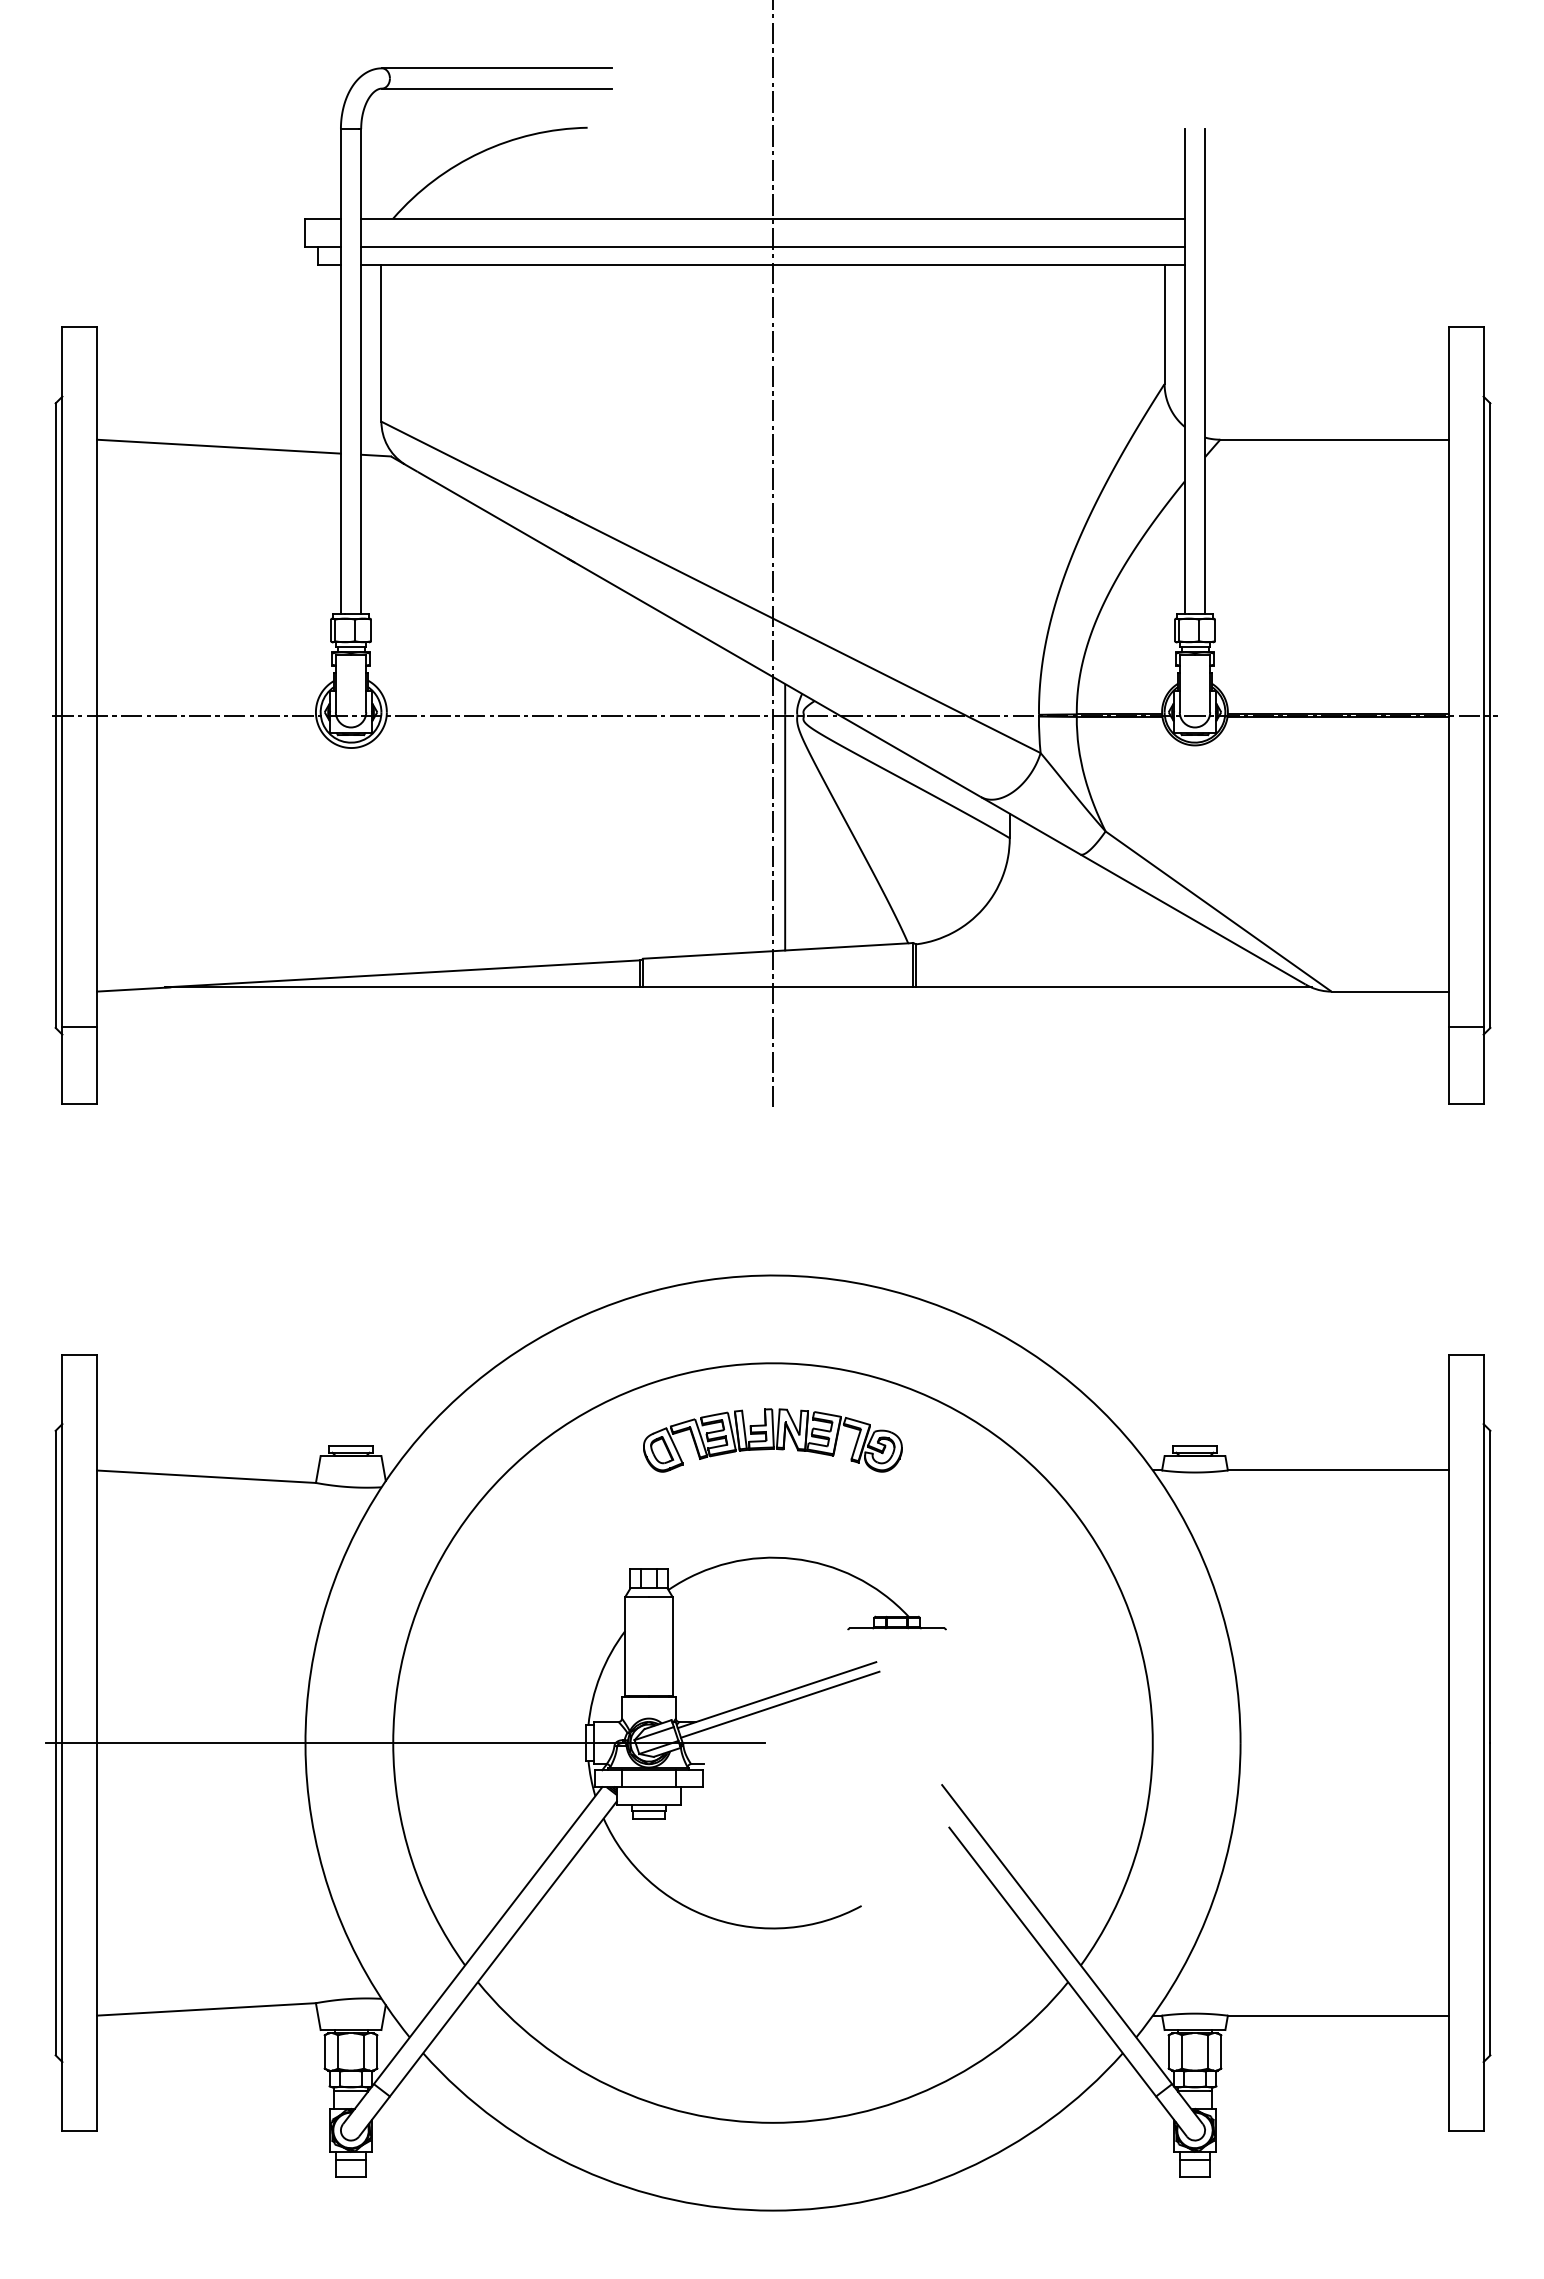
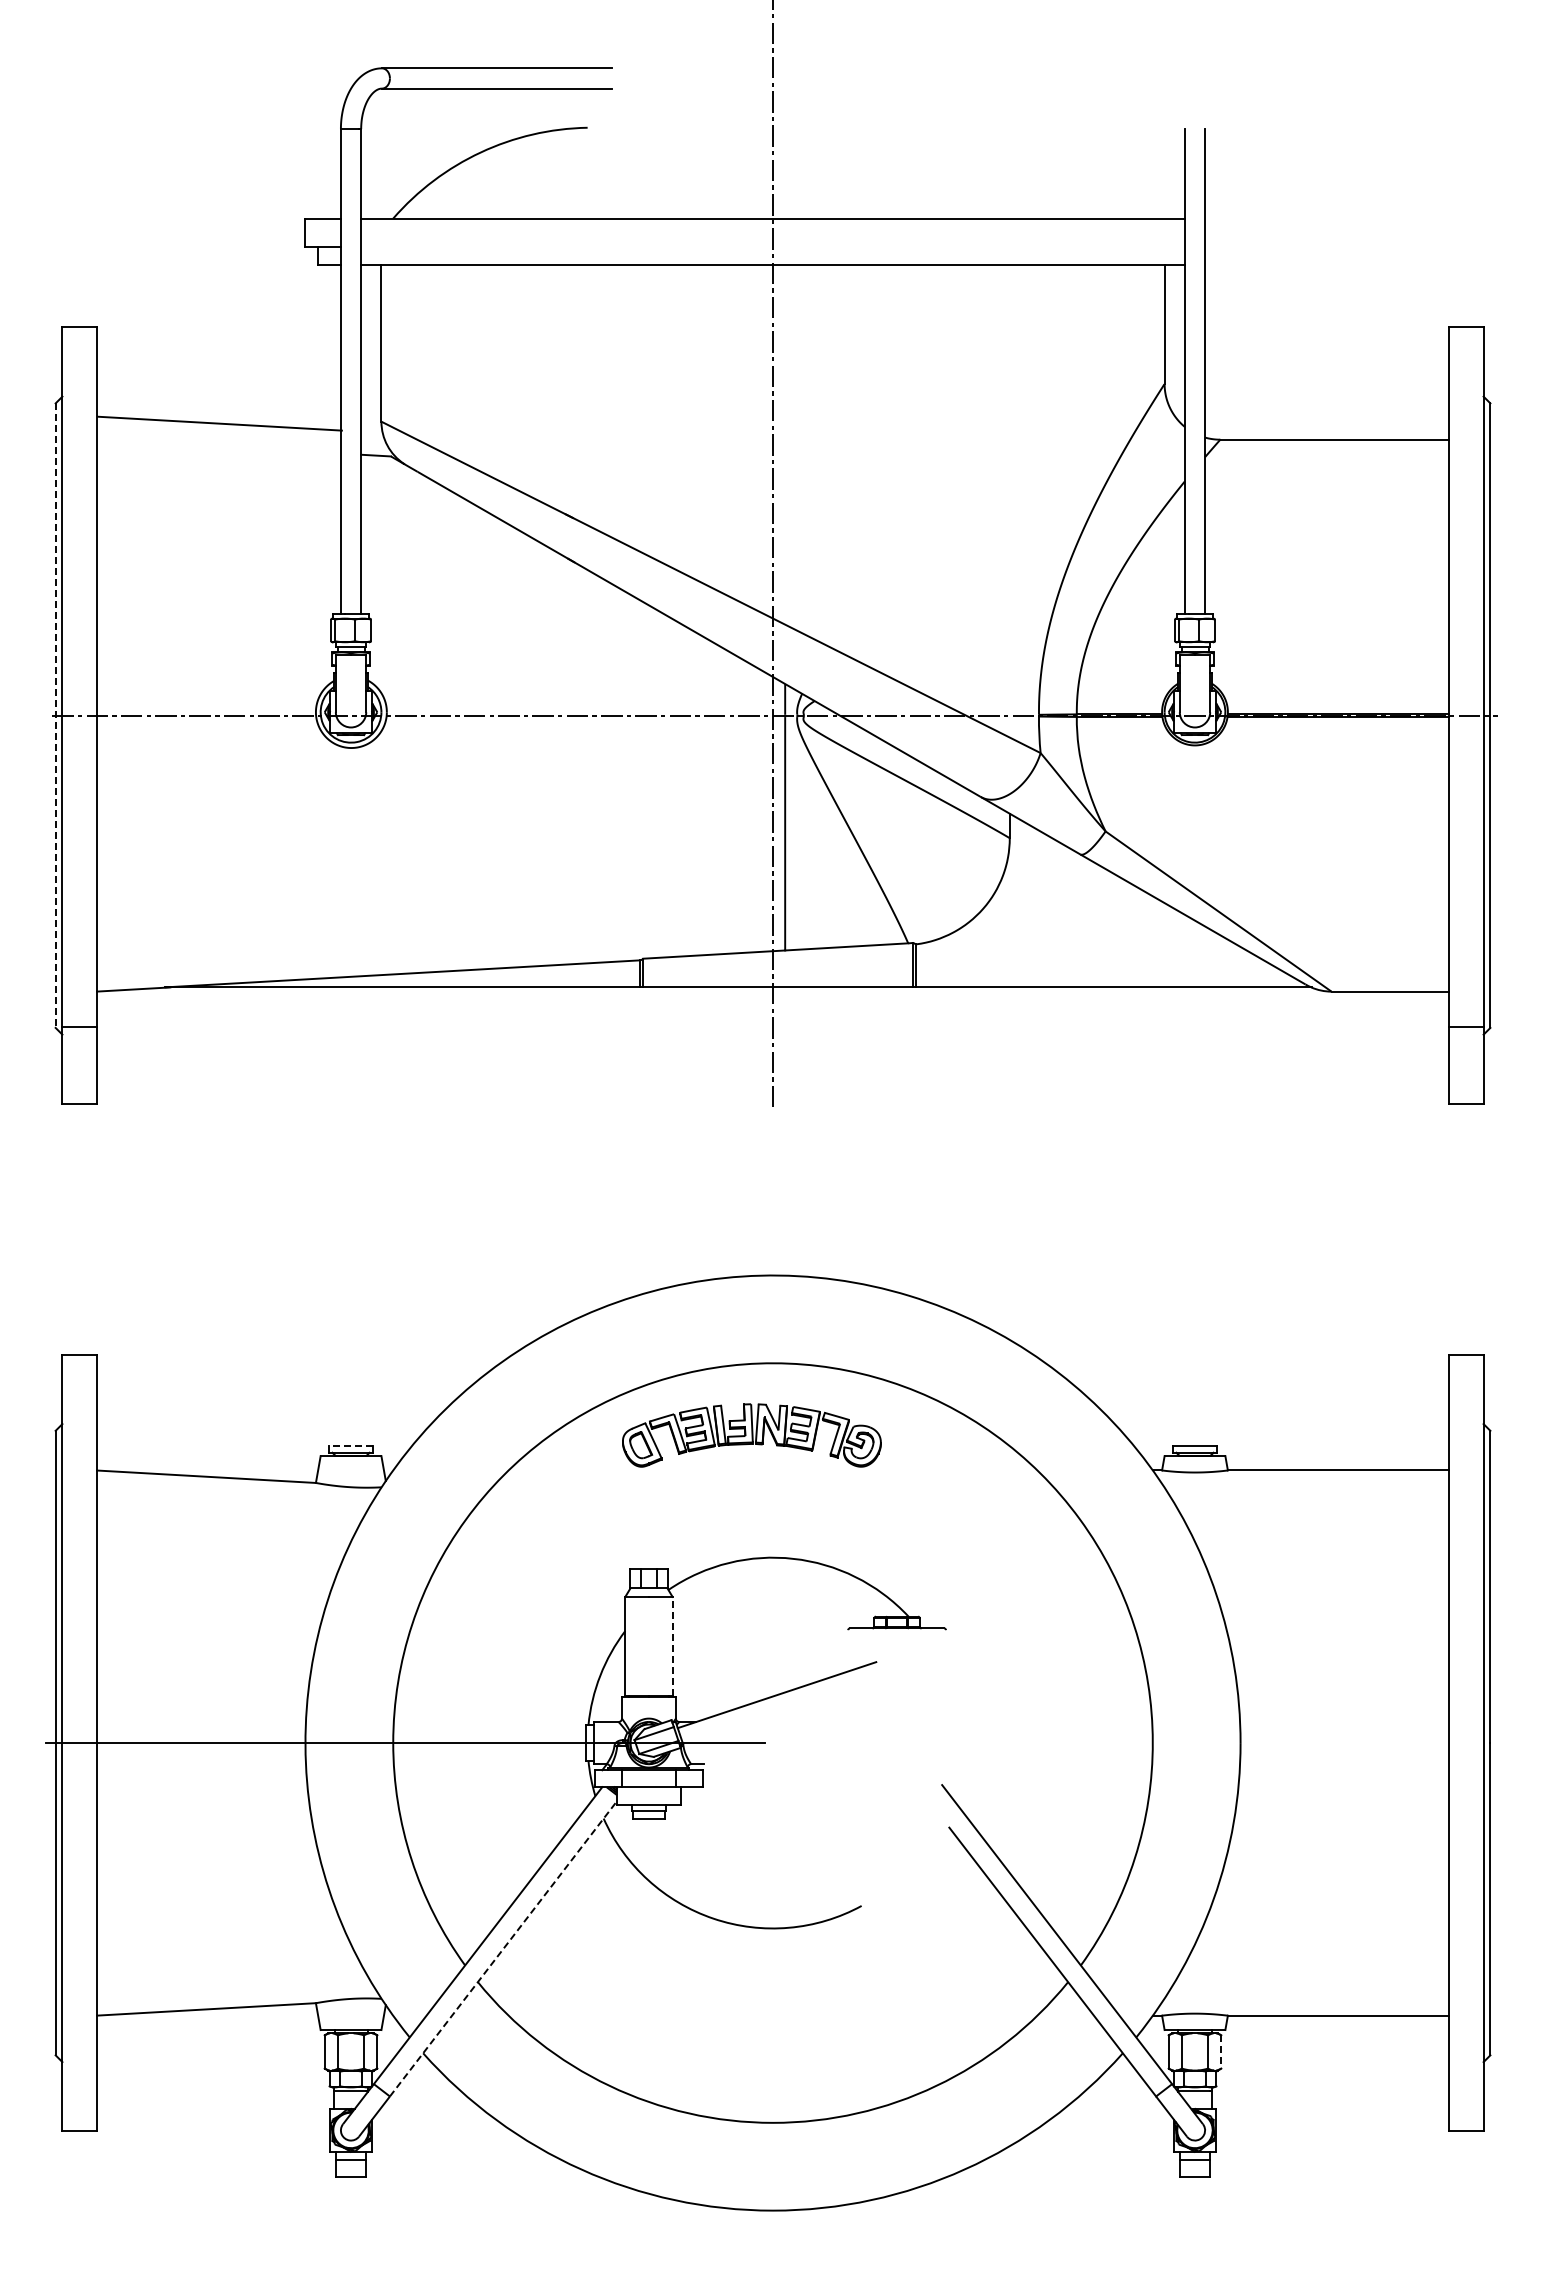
line at (772, 247): present -> none
line at (218, 446) position: (218, 446) -> (219, 423)
line at (55, 716): solid -> dashed
part at (772, 1440) position: (772, 1440) -> (751, 1435)
line at (351, 1446): solid -> dashed
line at (672, 1646): solid -> dashed
line at (779, 1704): present -> none
line at (503, 1948): solid -> dashed
line at (1221, 2051): solid -> dashed
